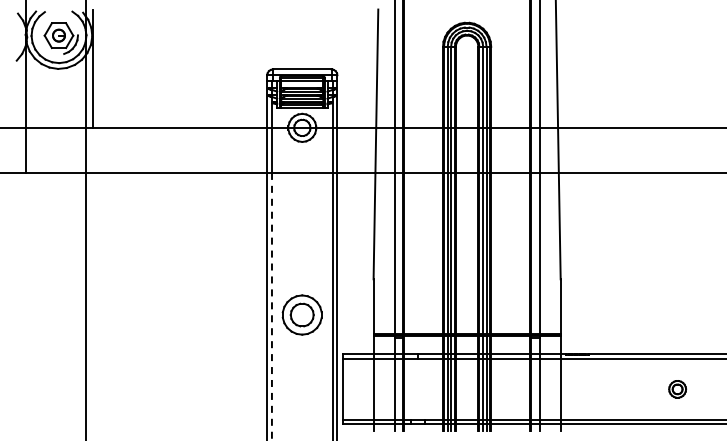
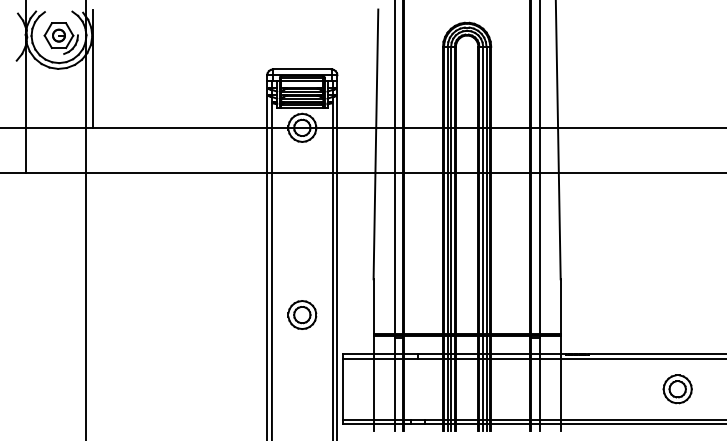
line at (271, 306): dashed -> solid
part at (301, 314) size: 42x42 px -> 31x30 px
part at (677, 389) size: 20x19 px -> 31x31 px
